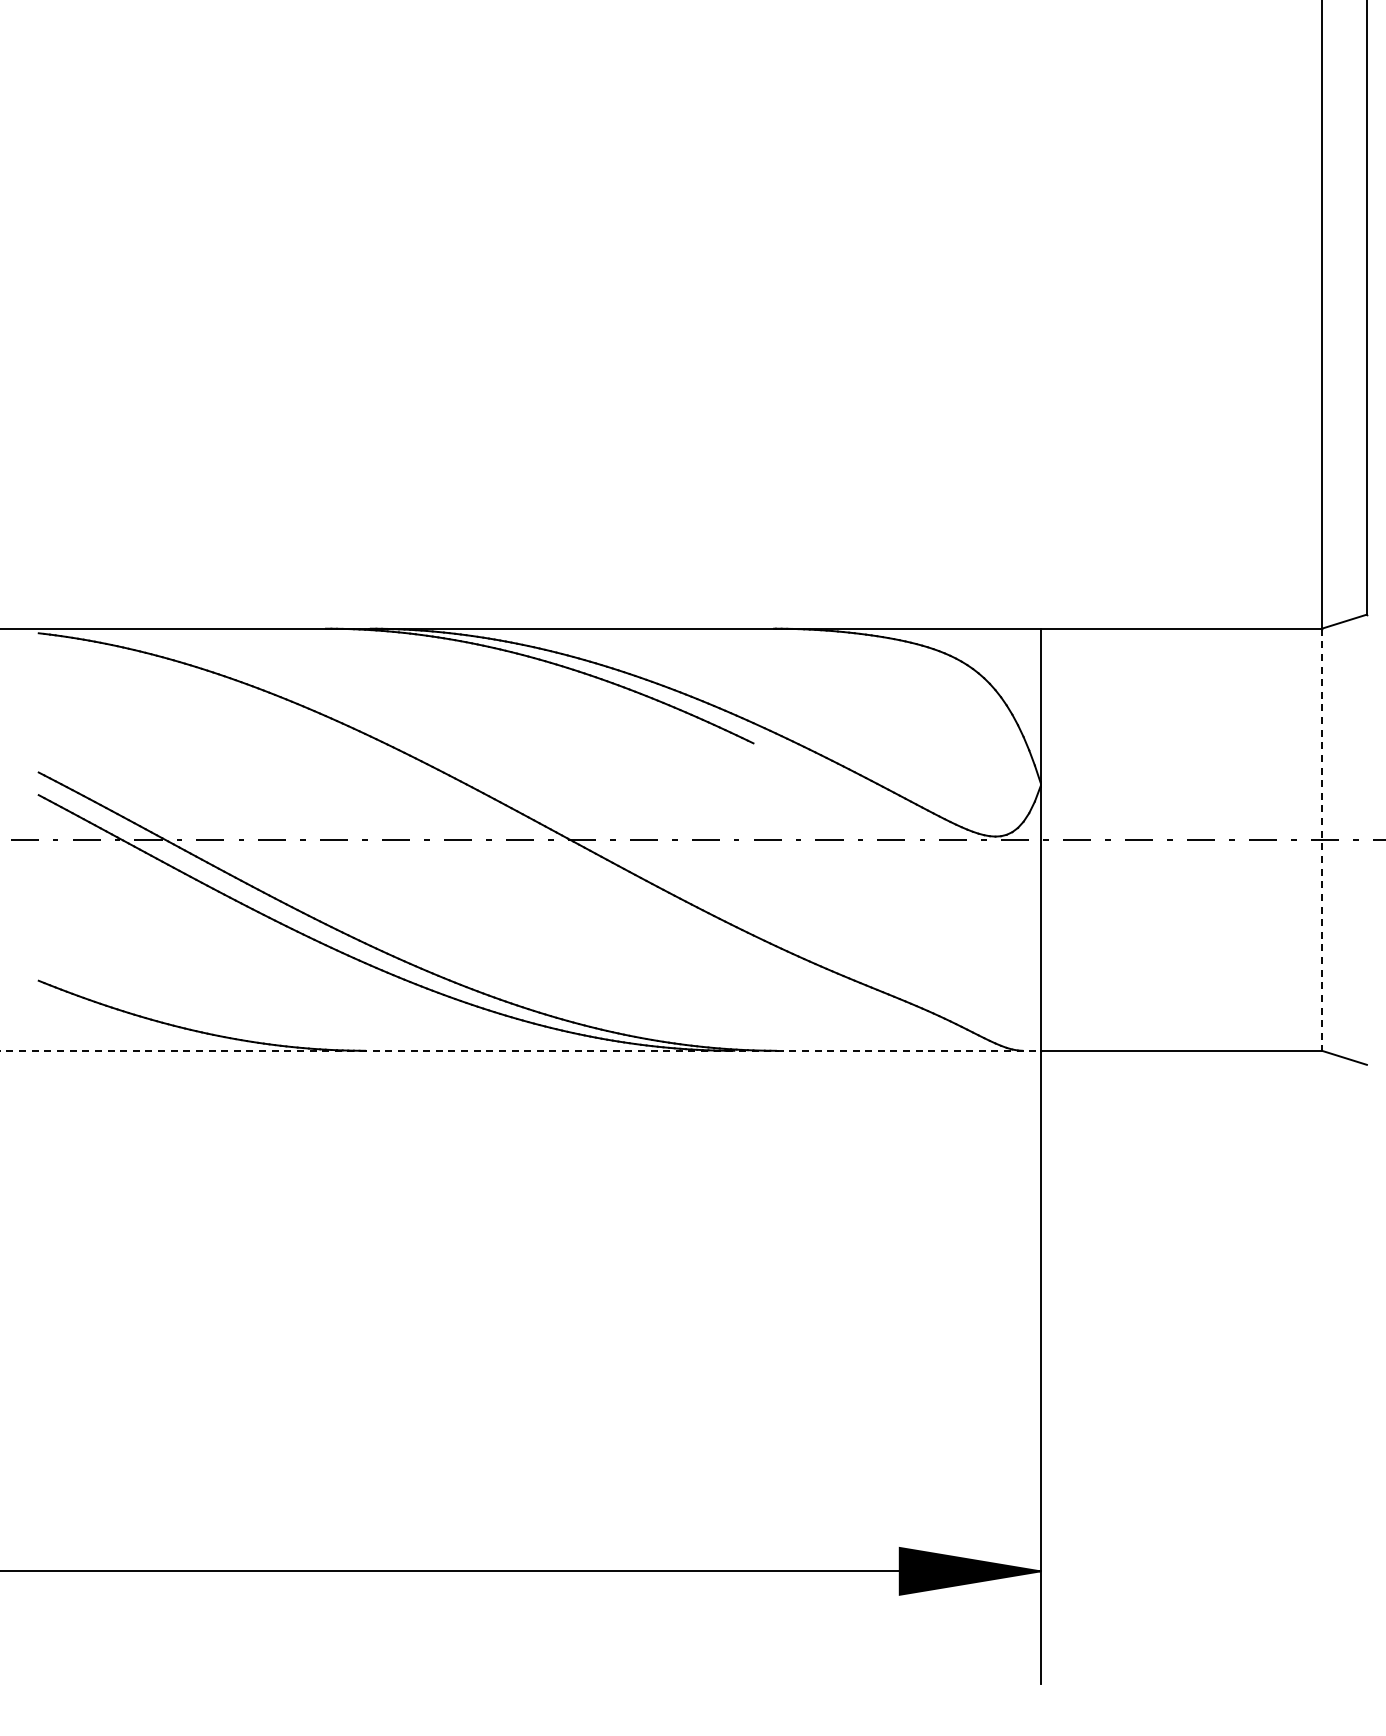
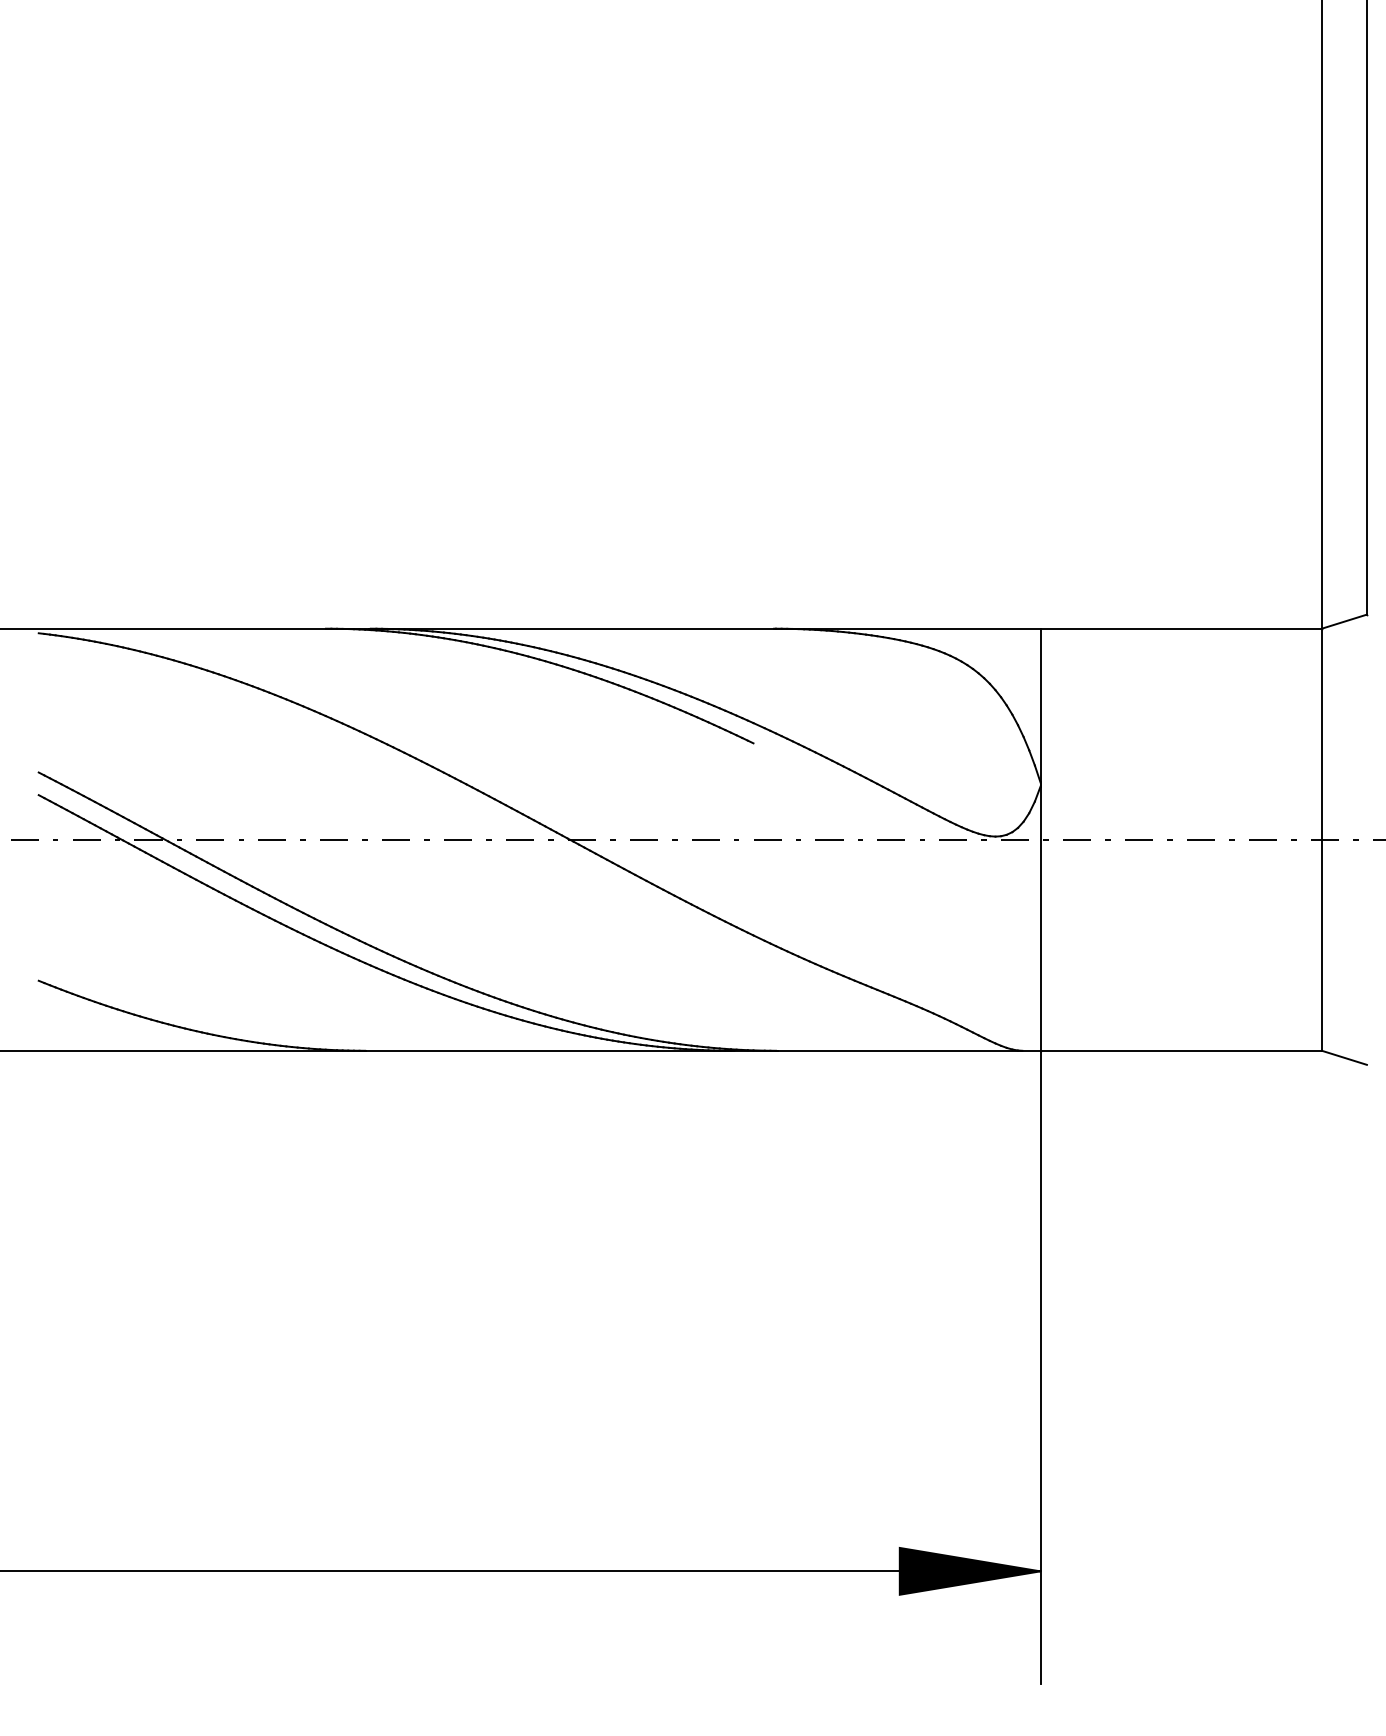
line at (1321, 840): dashed -> solid
line at (520, 1050): dashed -> solid
